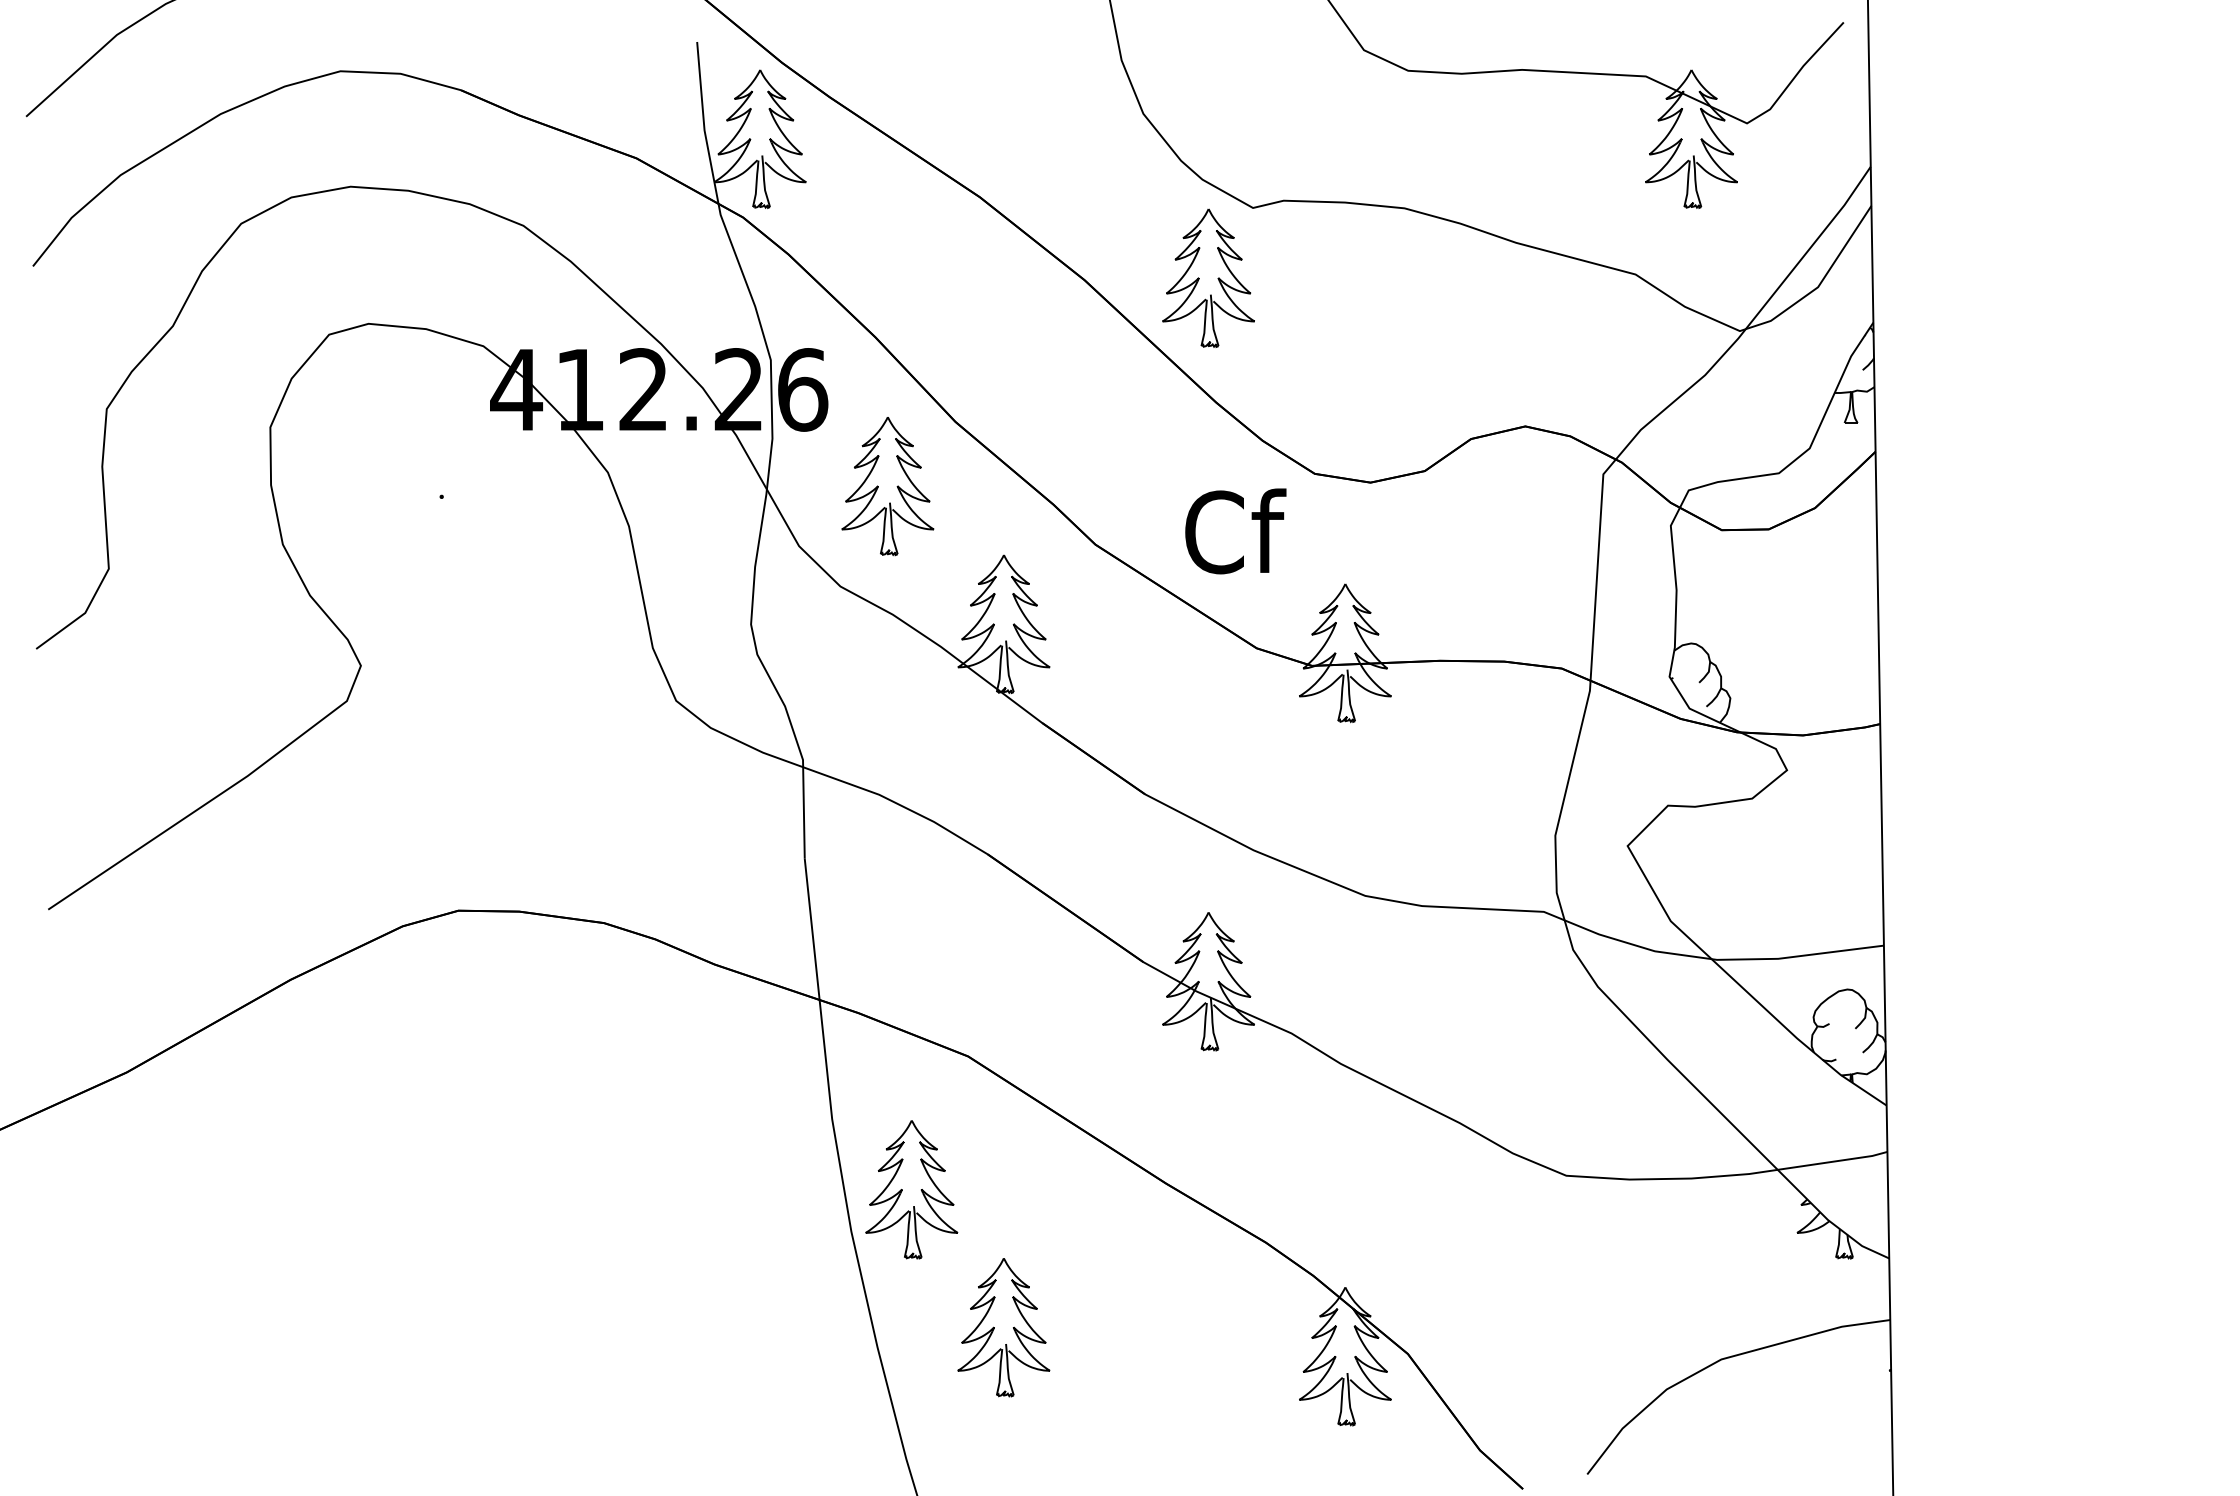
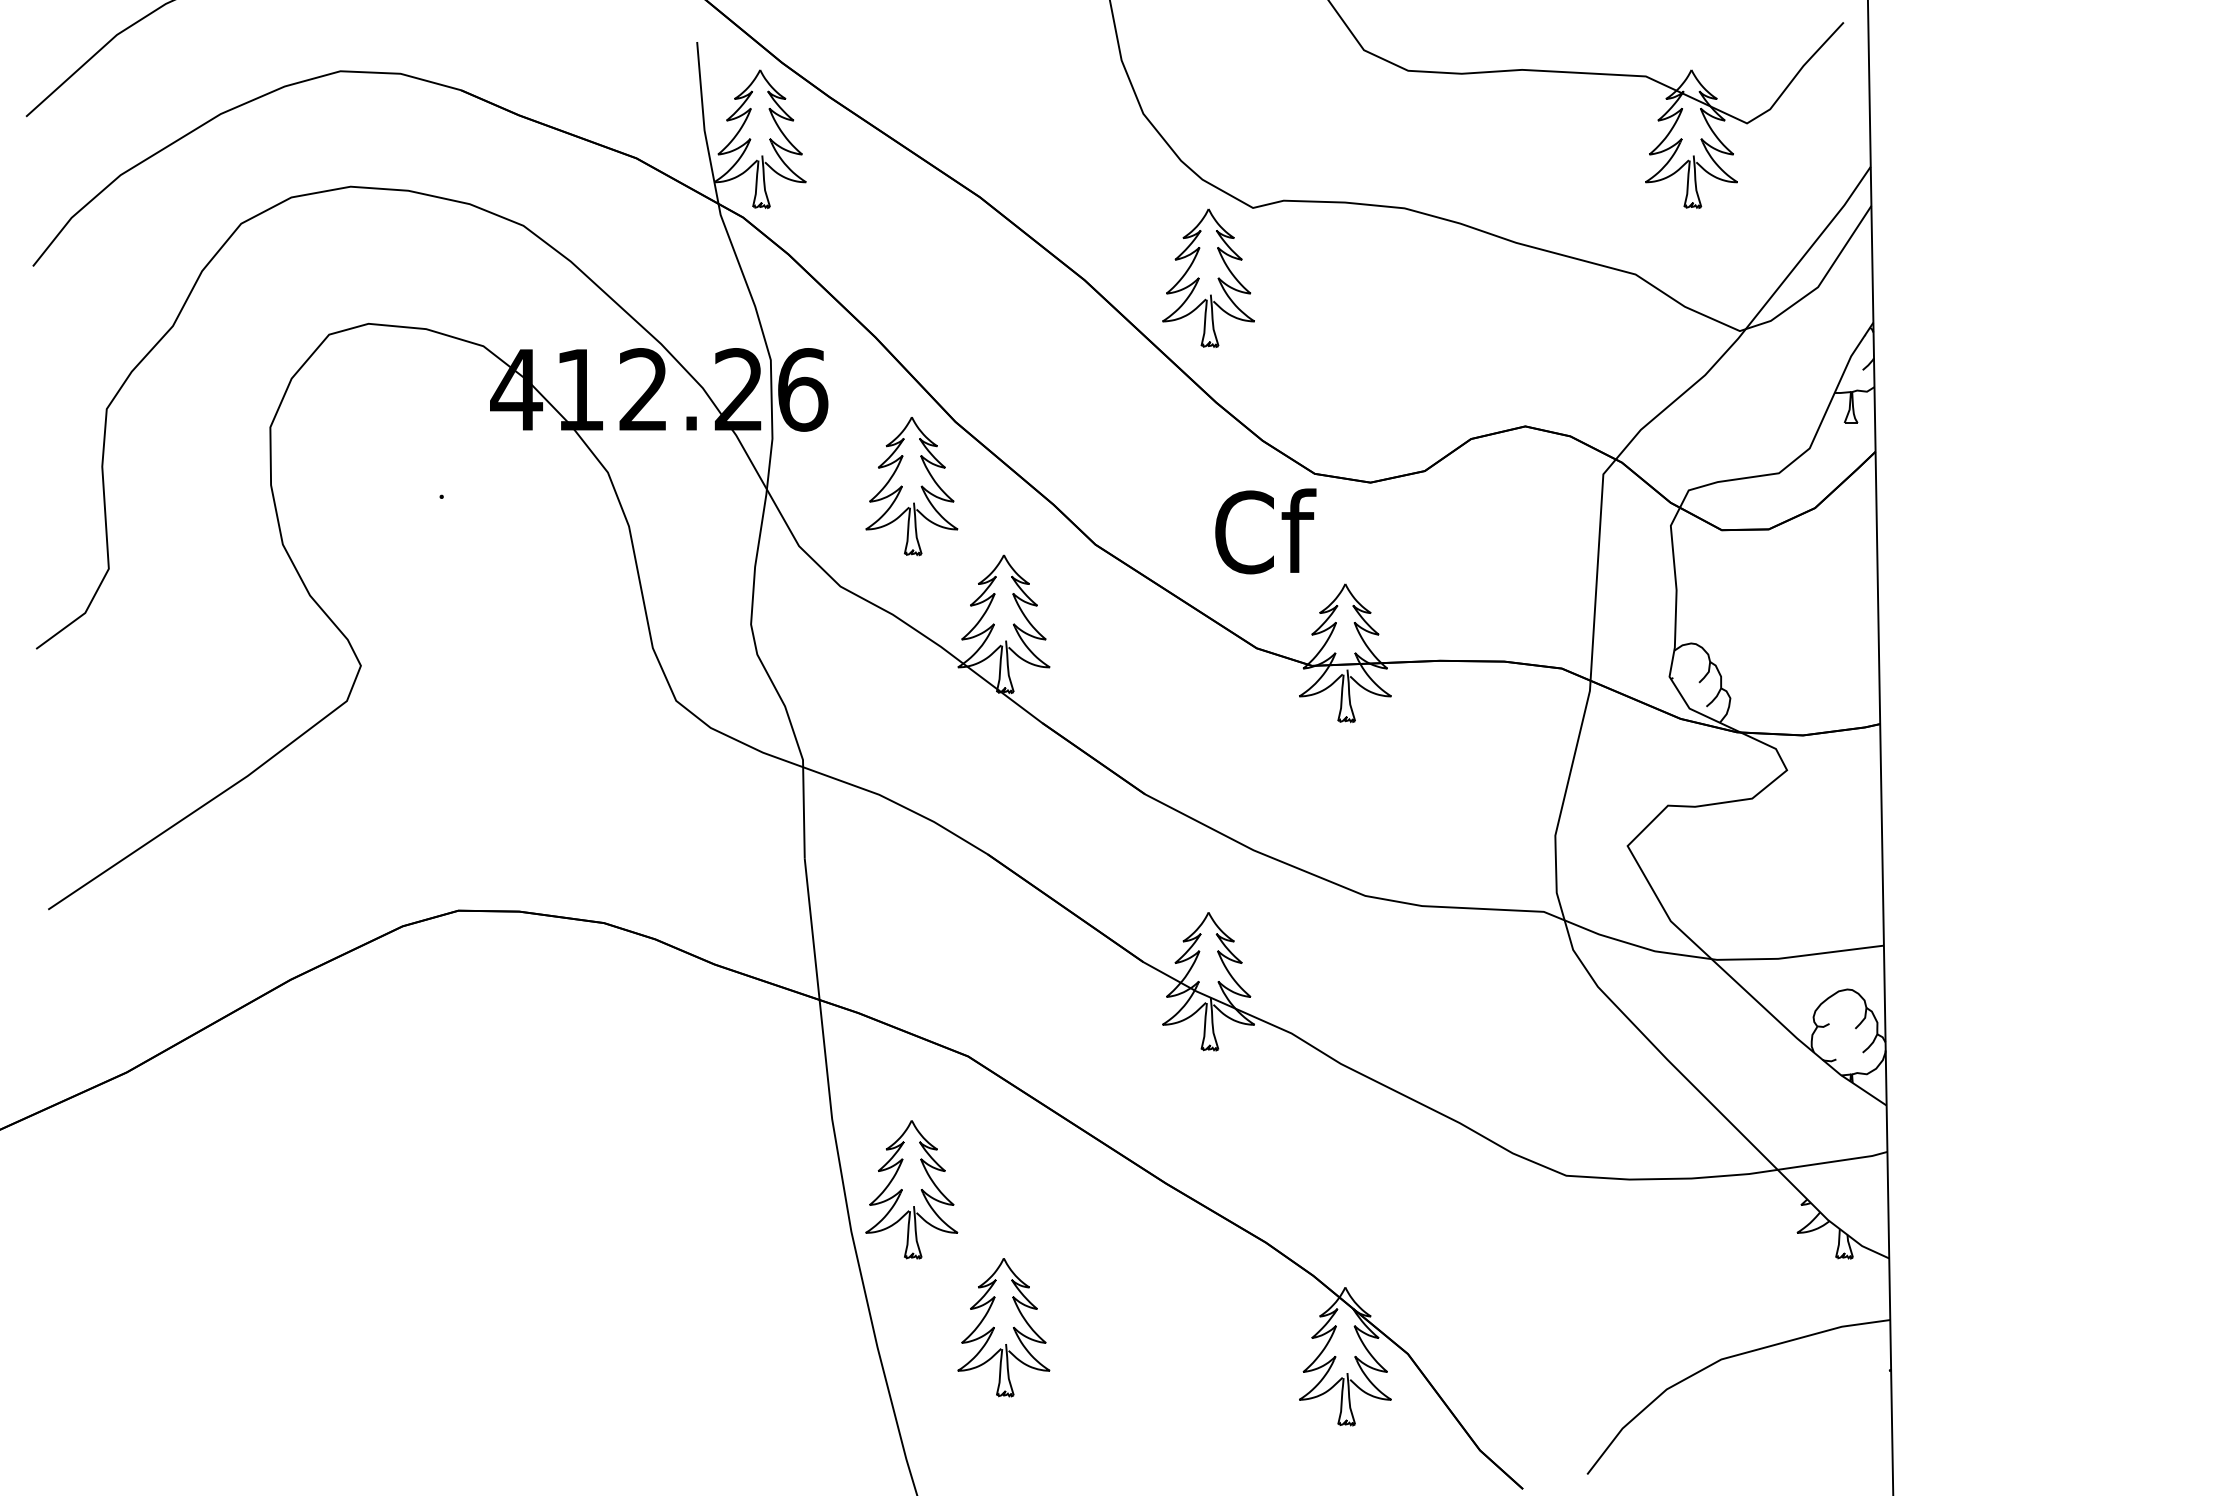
part at (887, 486) position: (887, 486) -> (911, 486)
text at (1235, 531) position: (1235, 531) -> (1265, 531)
